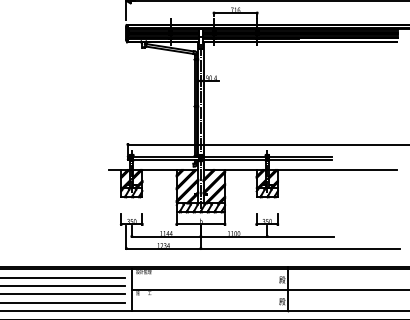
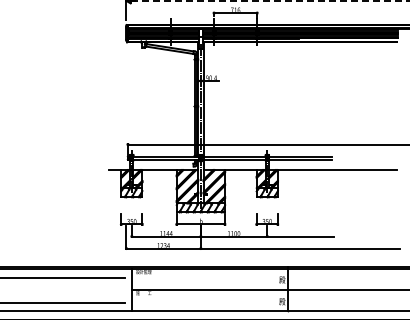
line at (271, 1): solid -> dashed
line at (63, 286): present -> none
line at (63, 294): present -> none
